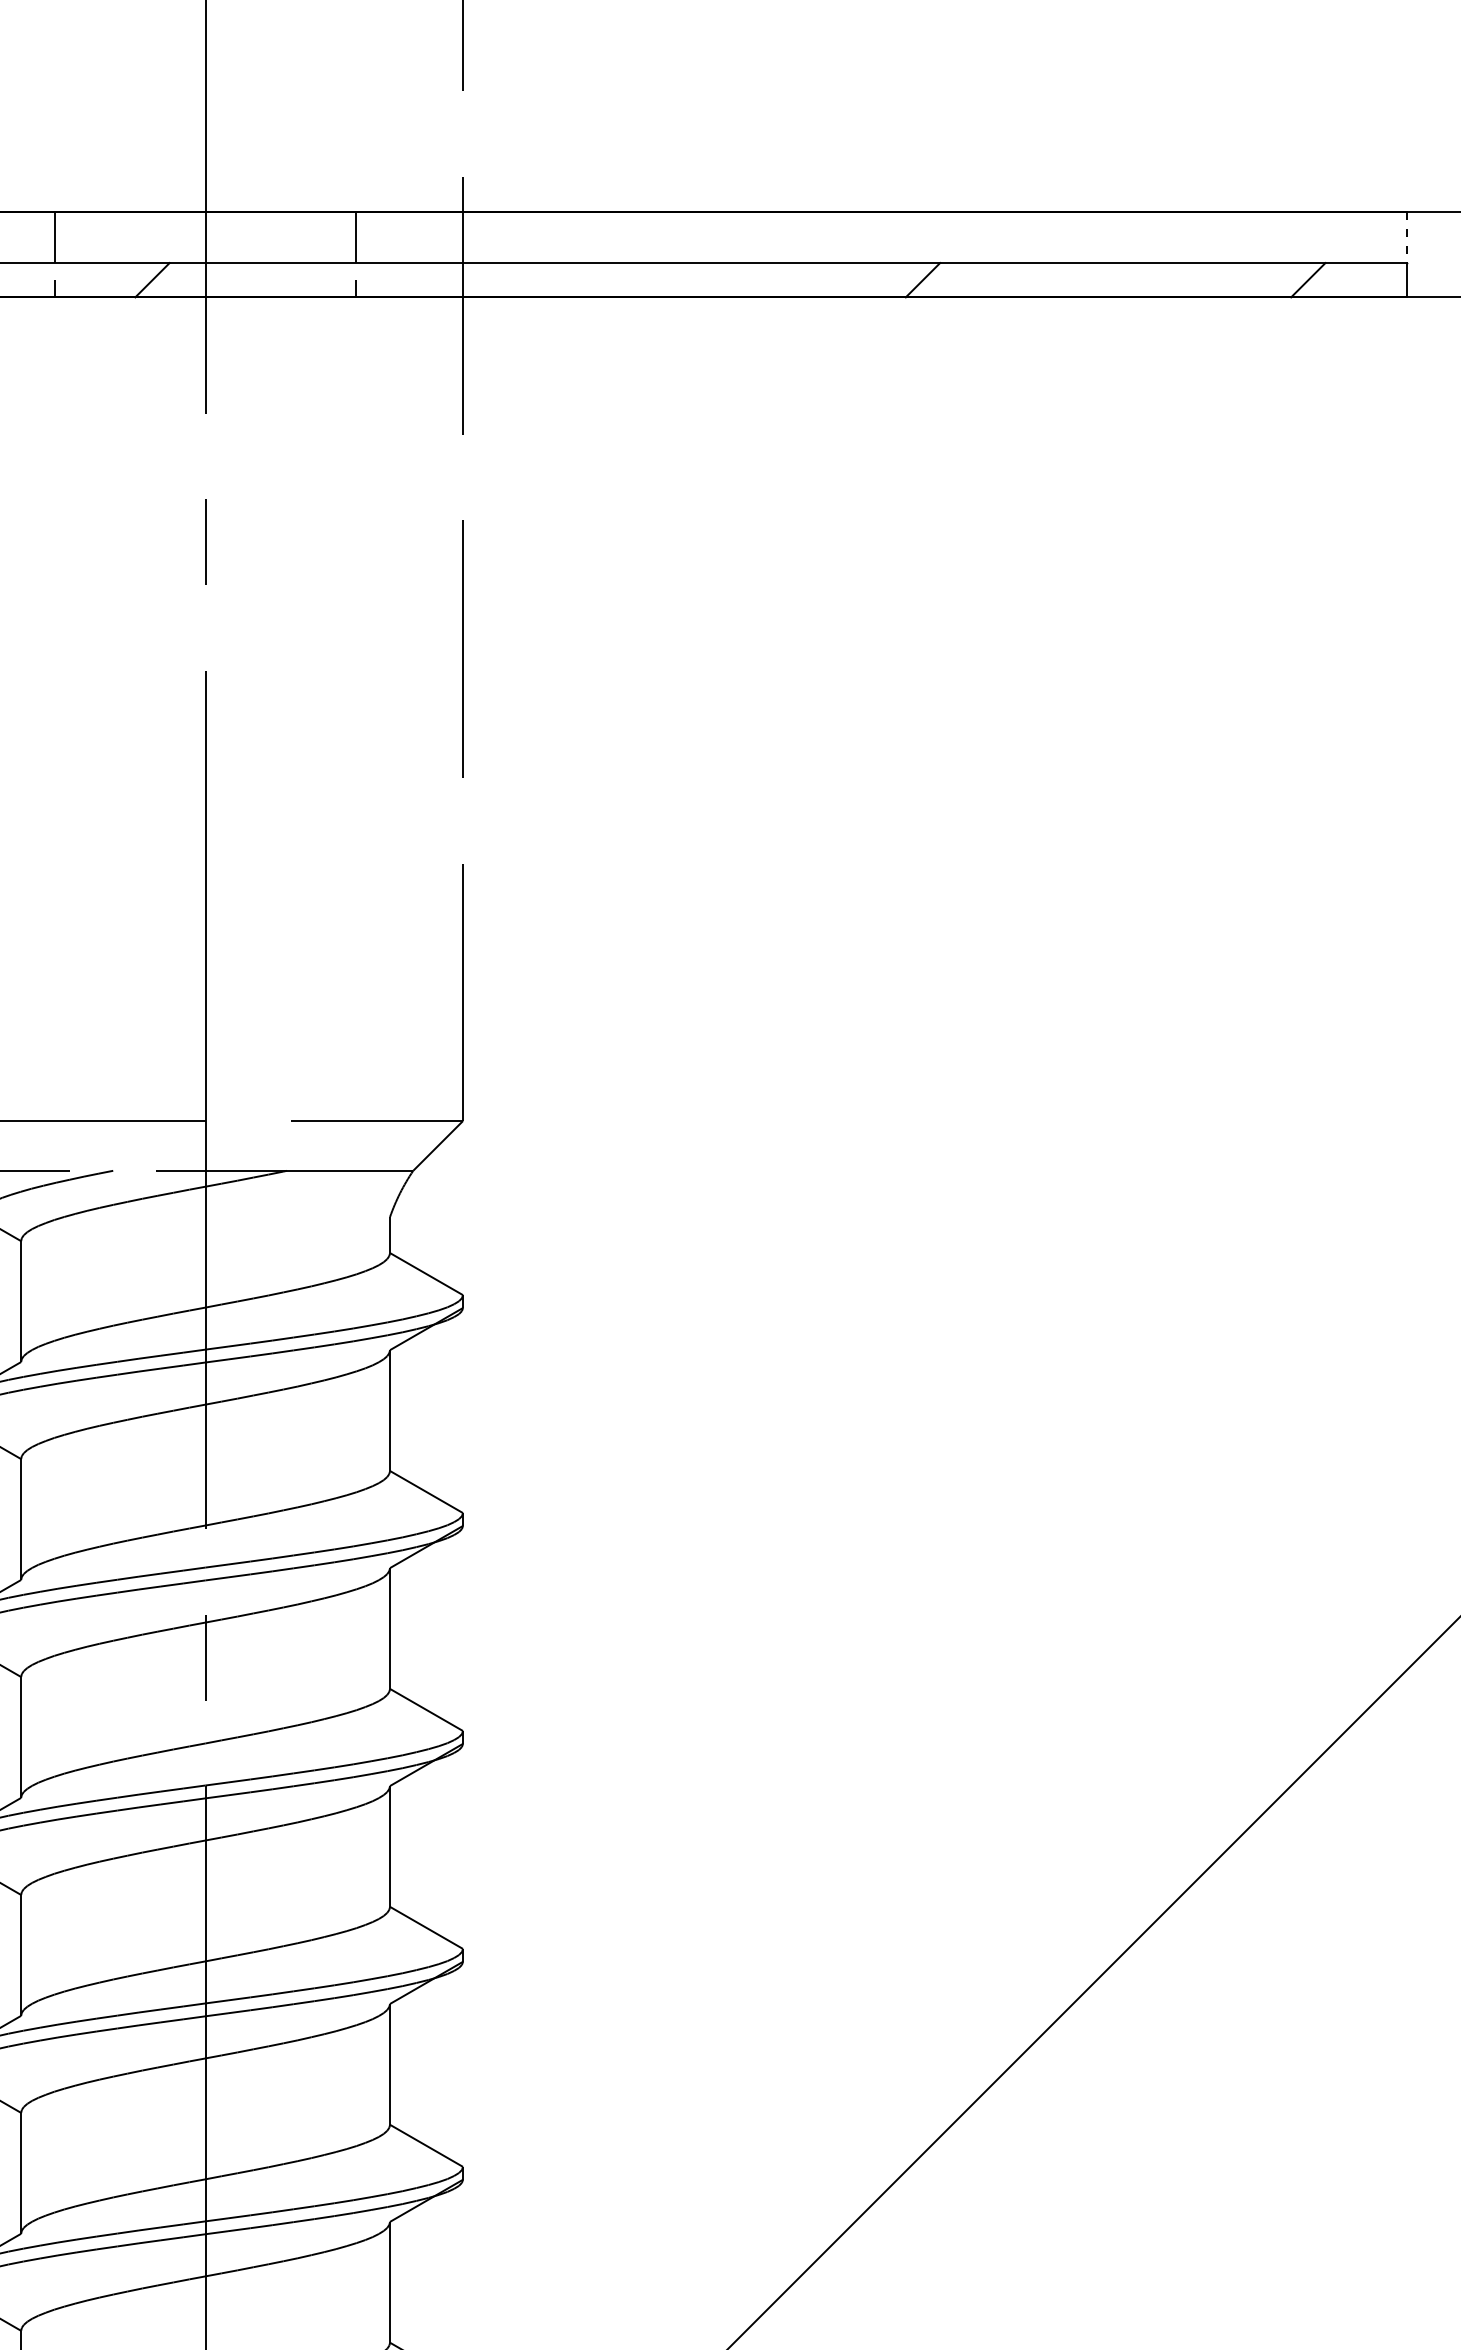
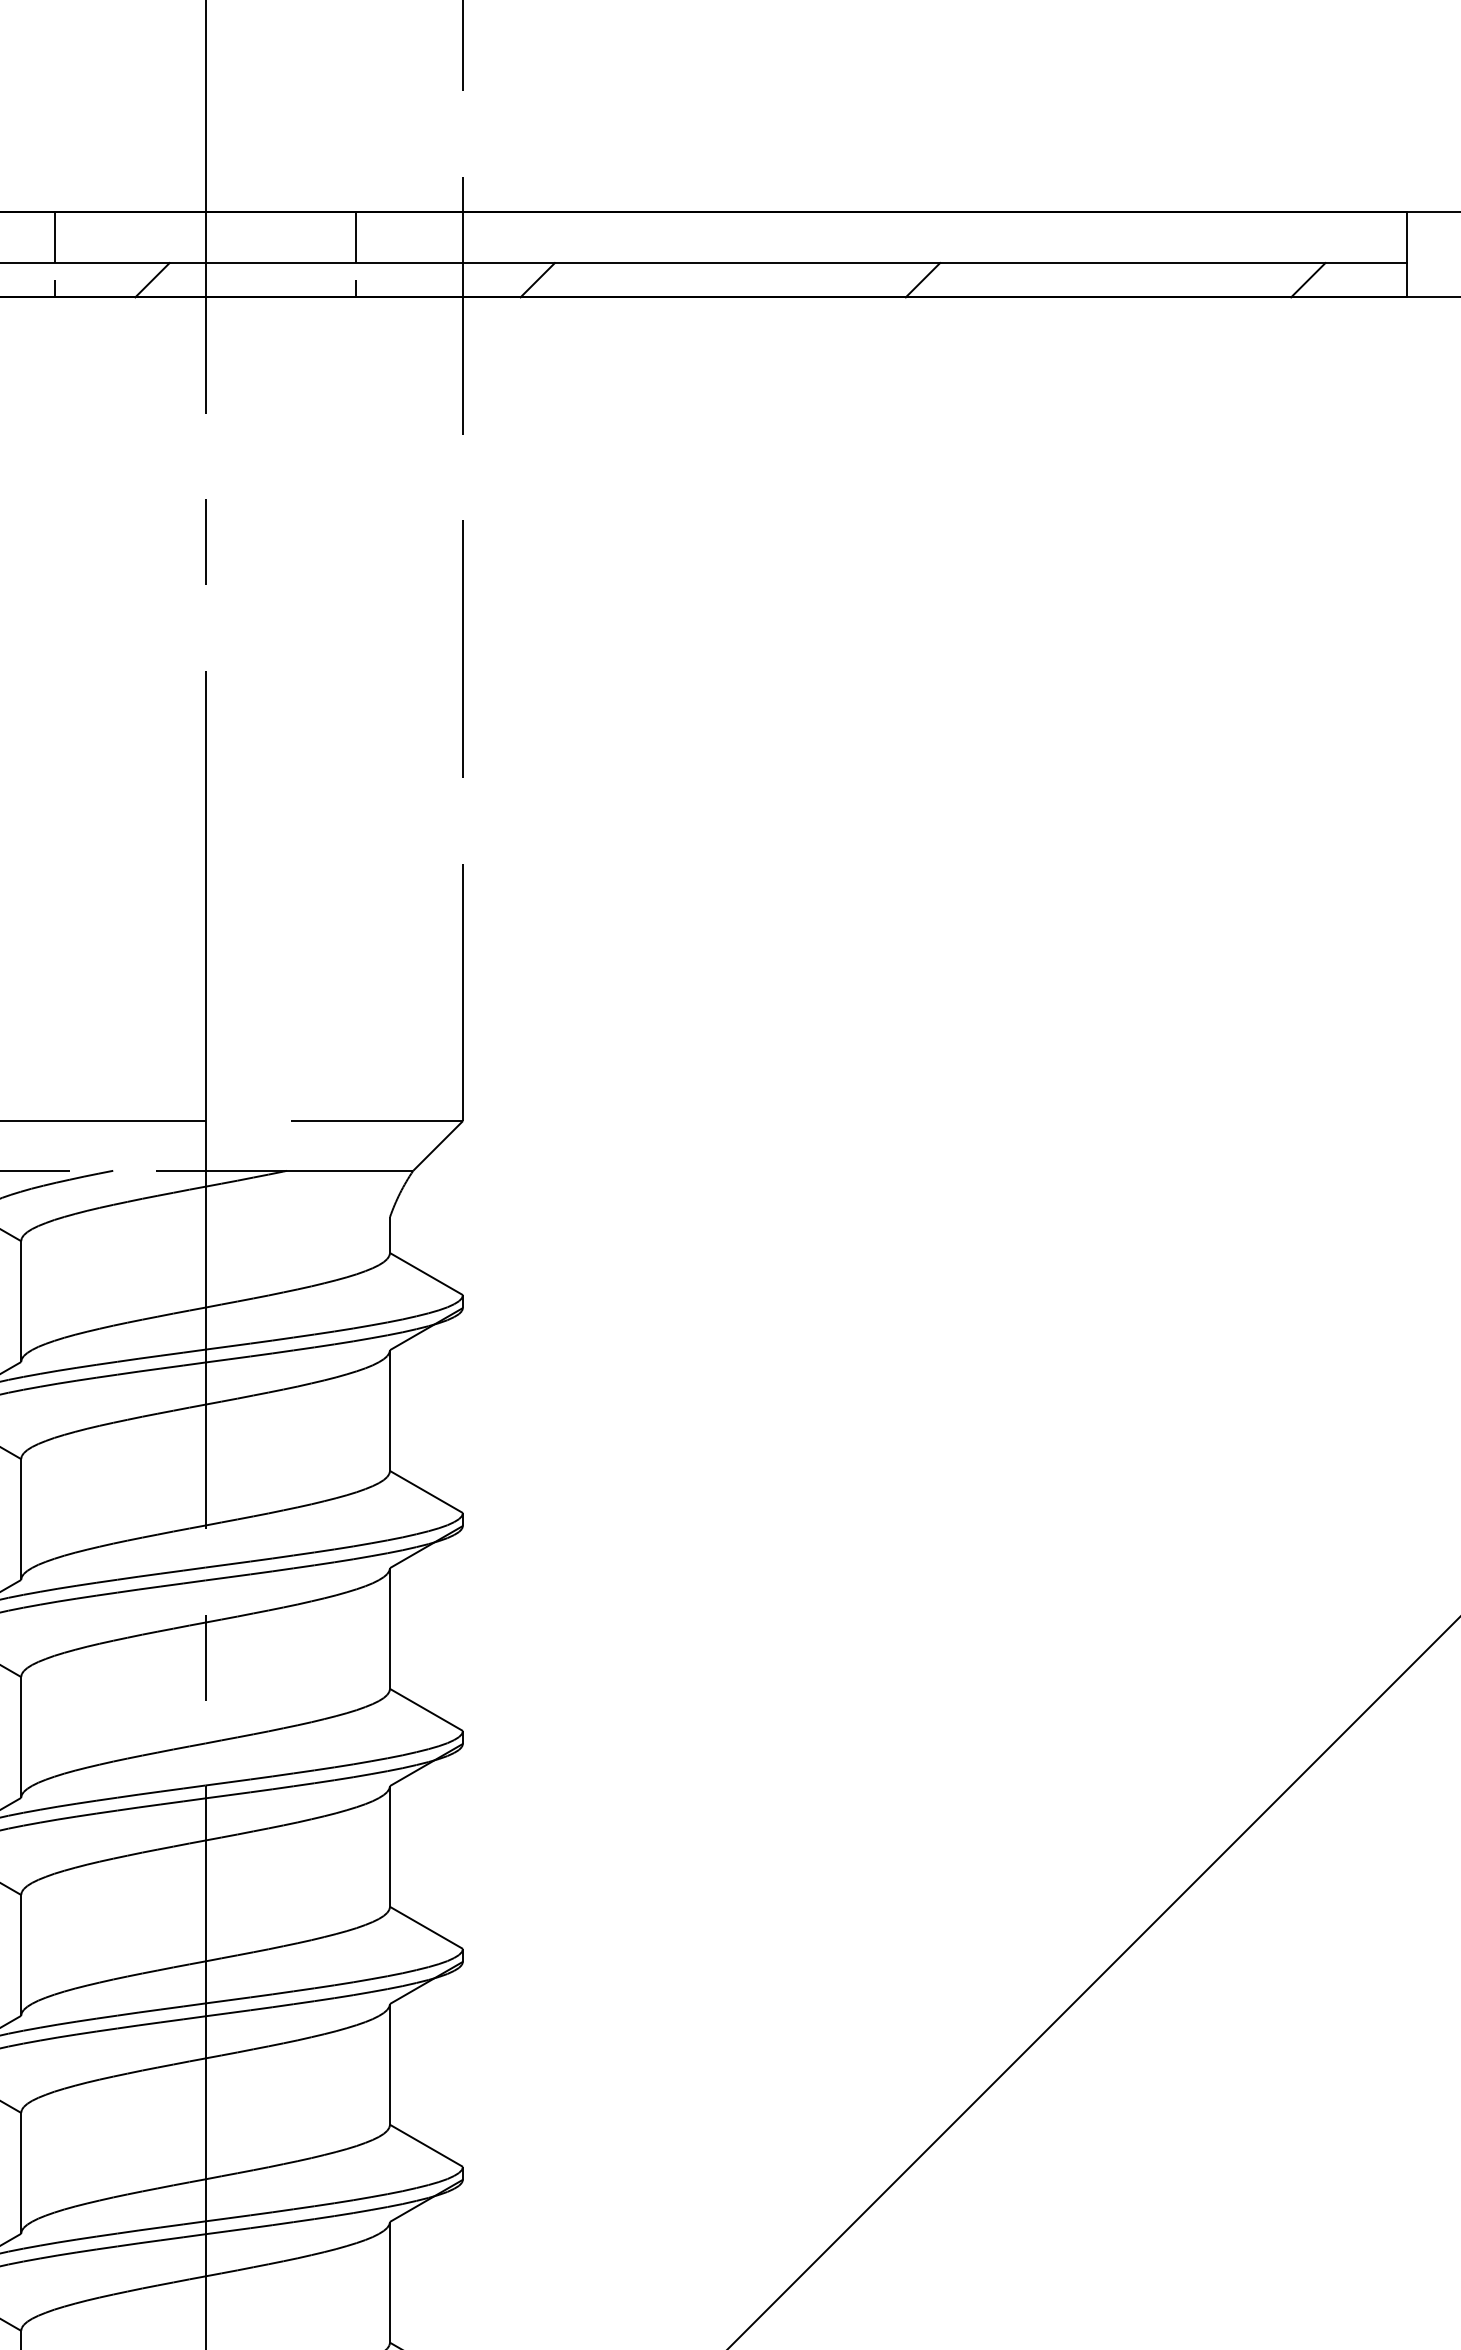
line at (1406, 237): dashed -> solid
line at (537, 280): none -> present
